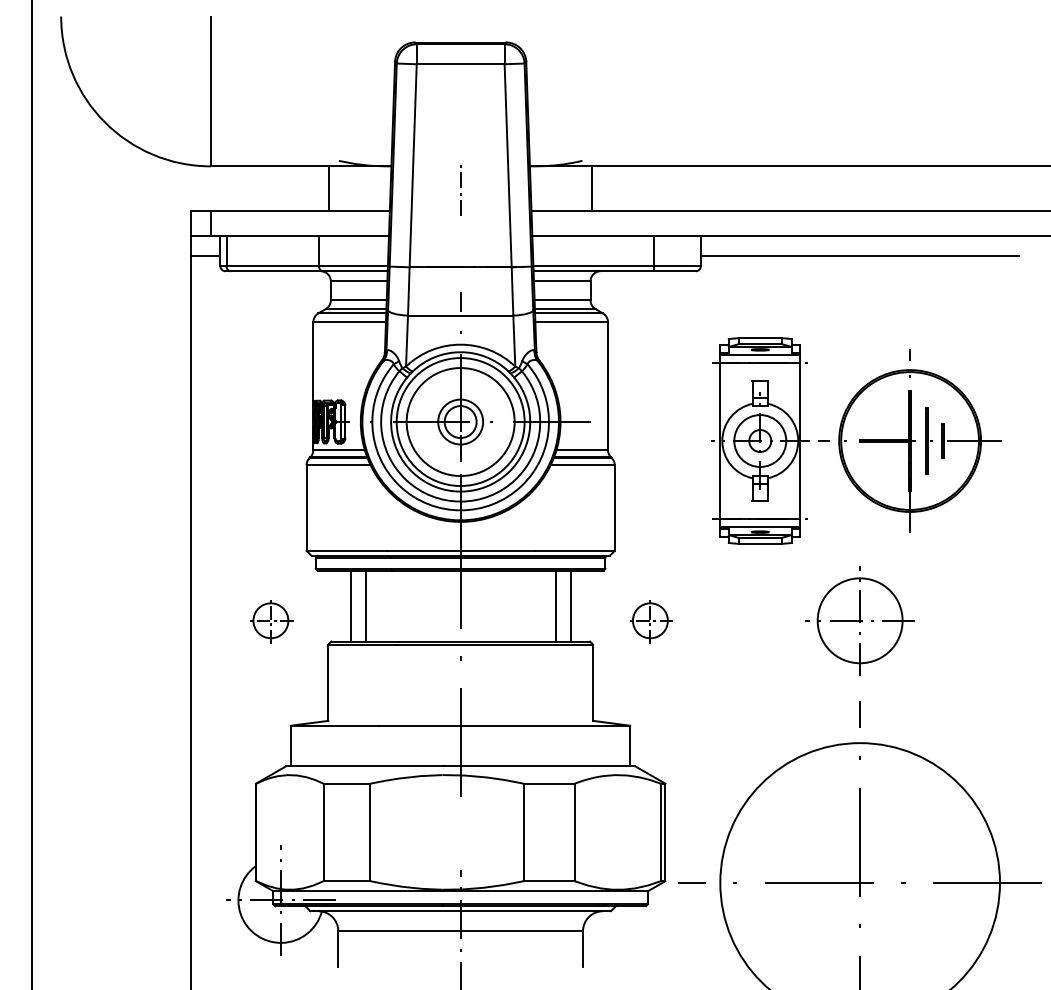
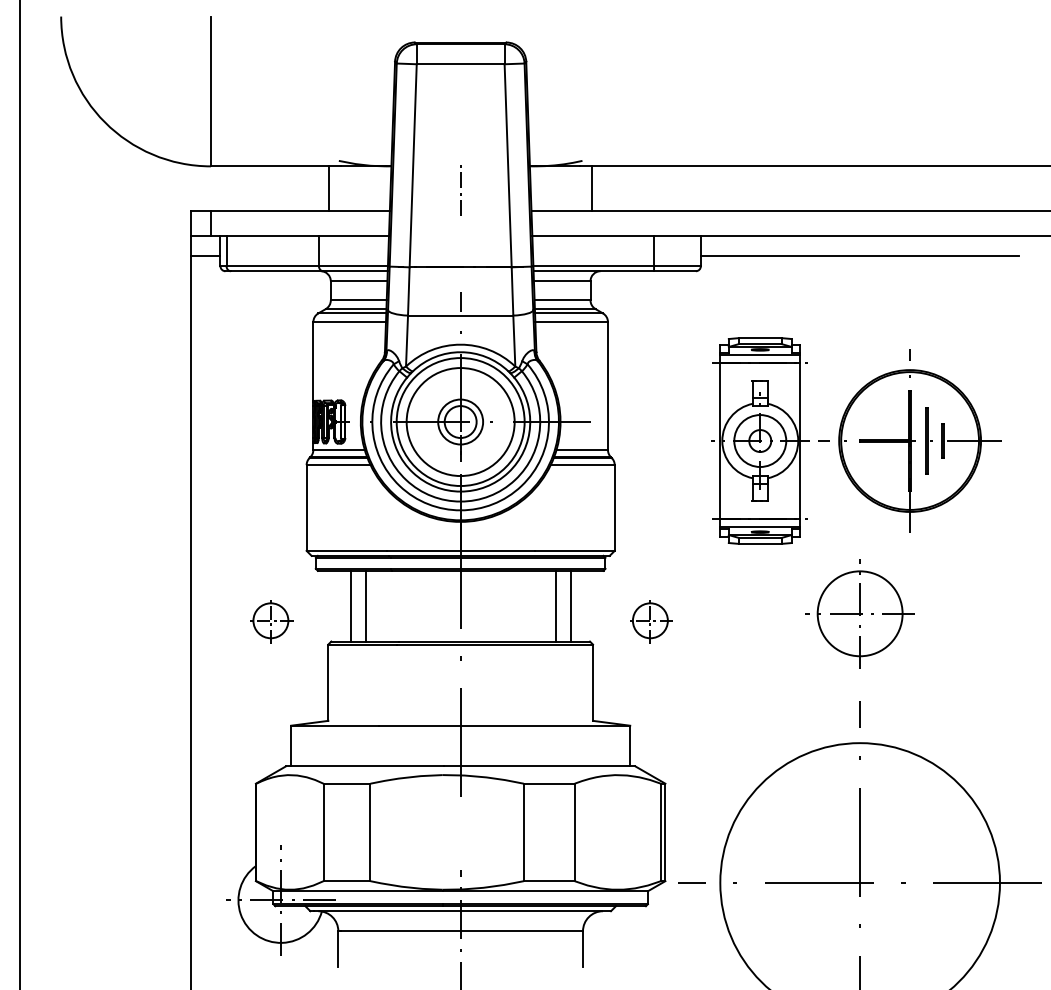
line at (31, 494) position: (31, 494) -> (19, 494)
part at (859, 620) position: (859, 620) -> (859, 613)
